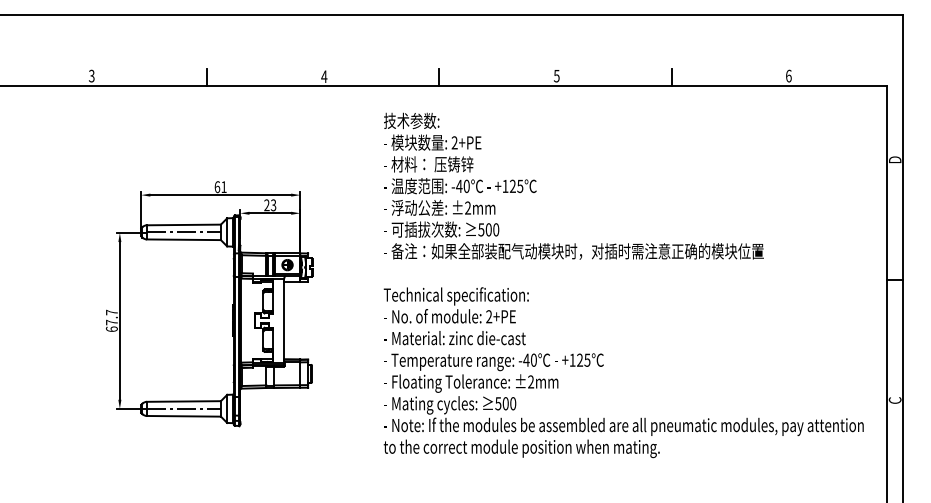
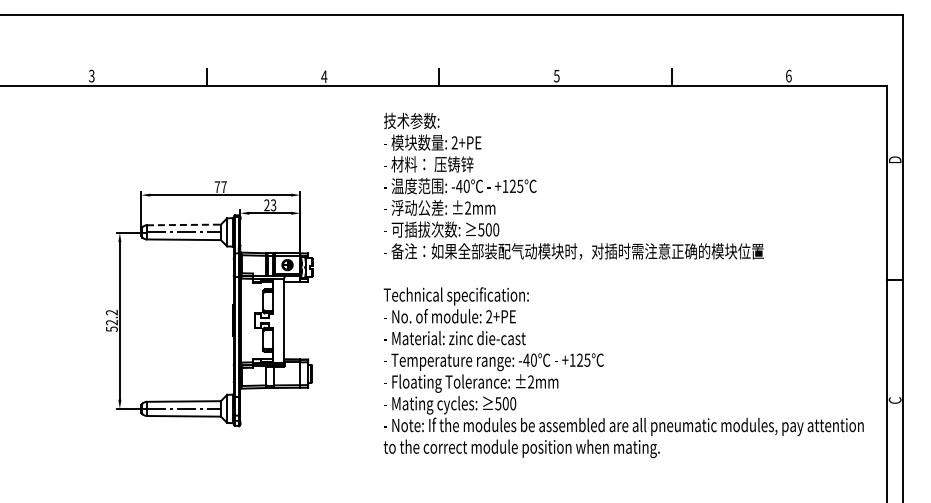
text at (220, 187): 61 -> 77
line at (184, 224): solid -> dashed
text at (111, 320): 67.7 -> 52.2
